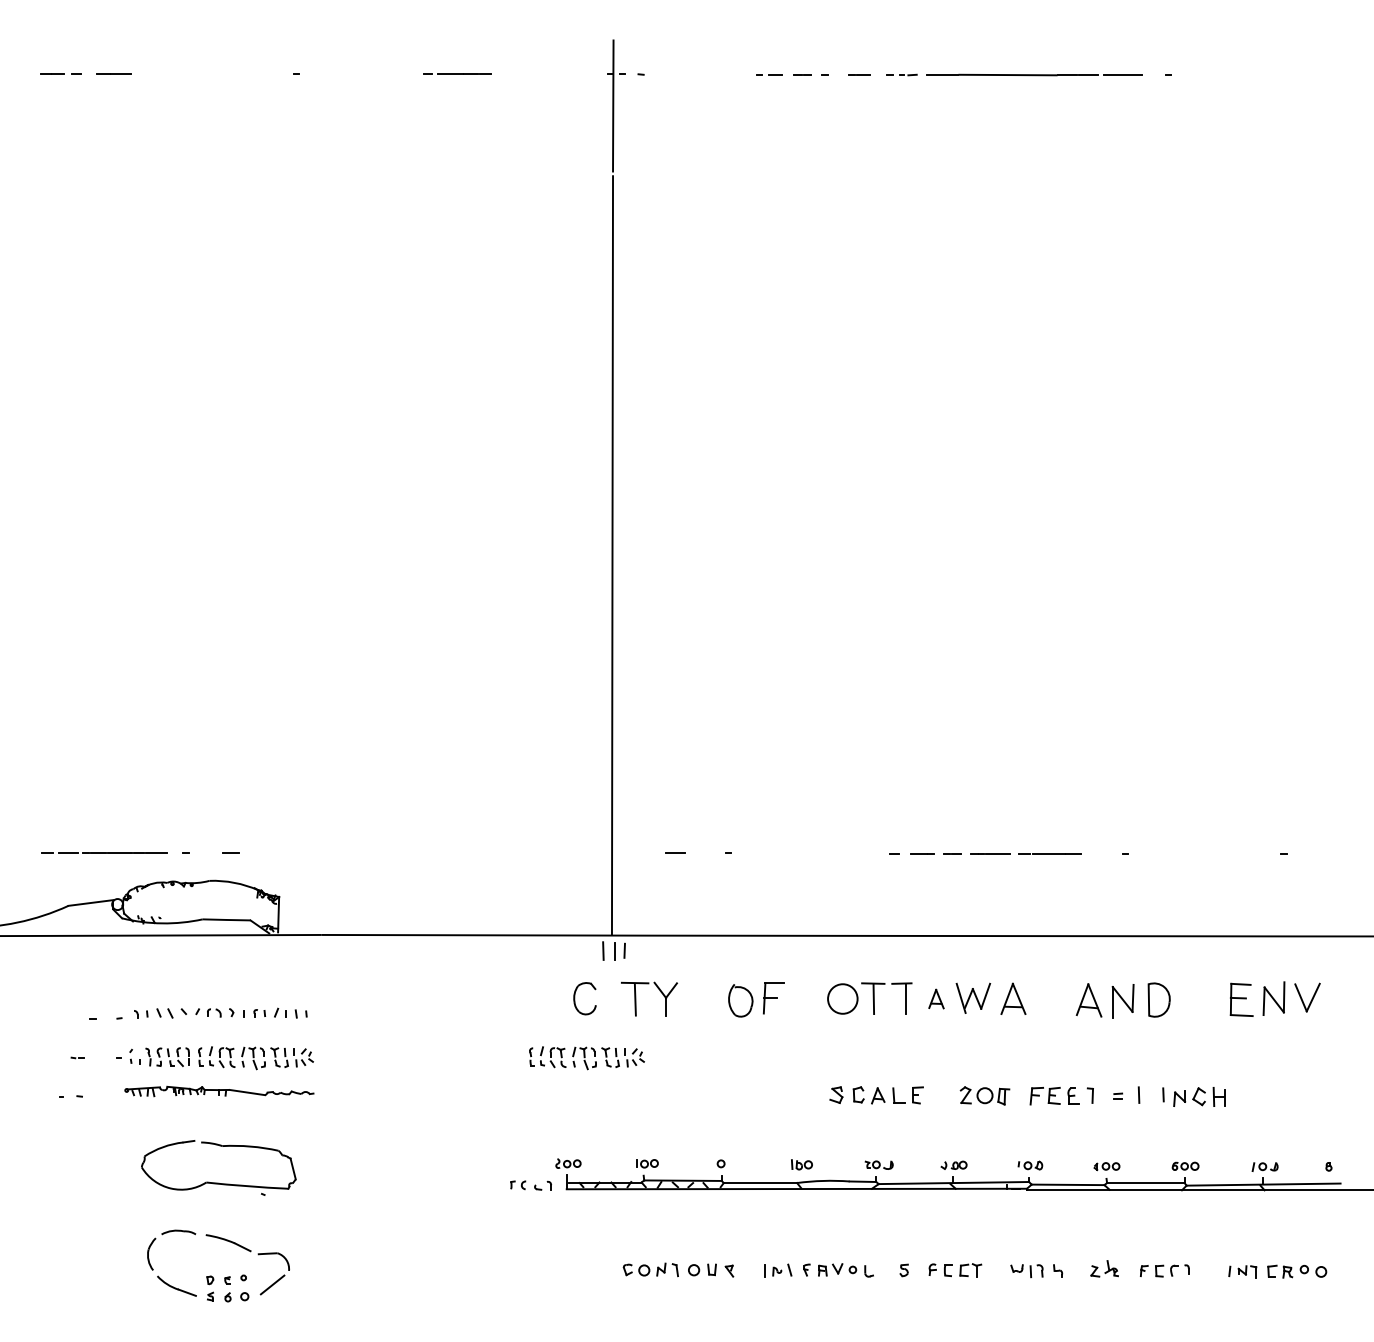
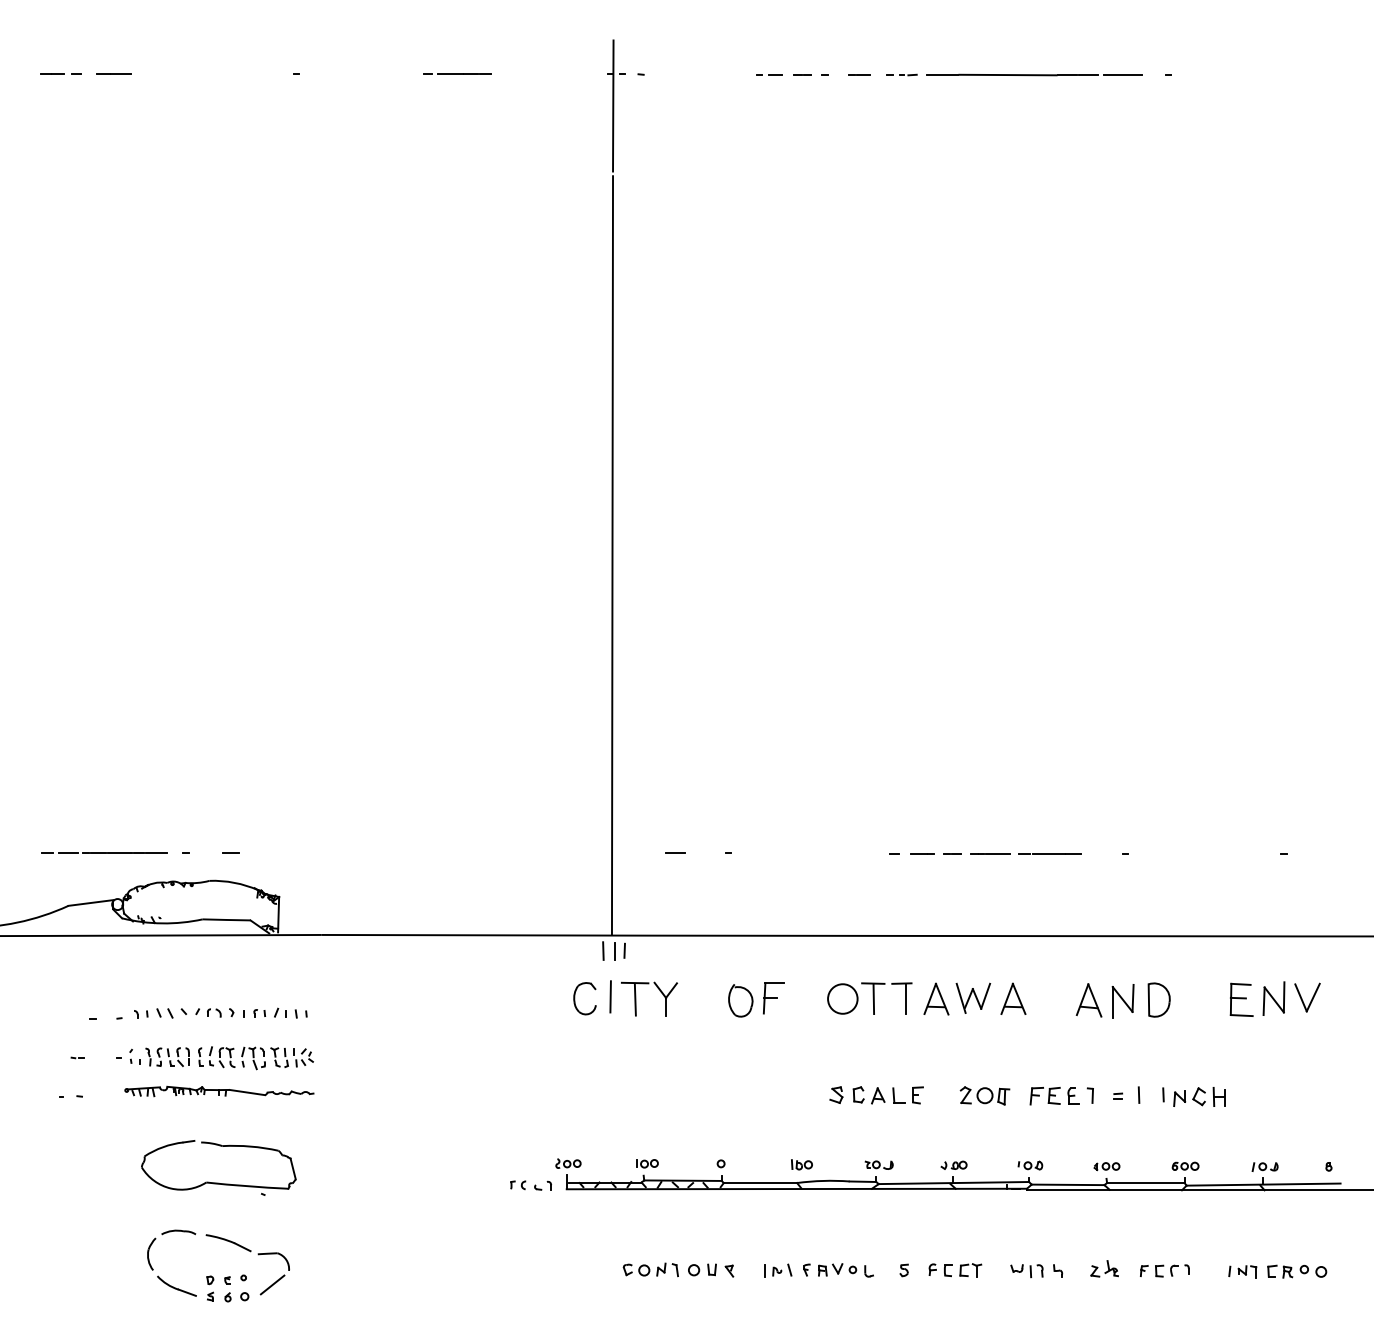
line at (610, 996): none -> present
part at (936, 998) size: 17x22 px -> 27x34 px
part at (586, 1058): present -> none
